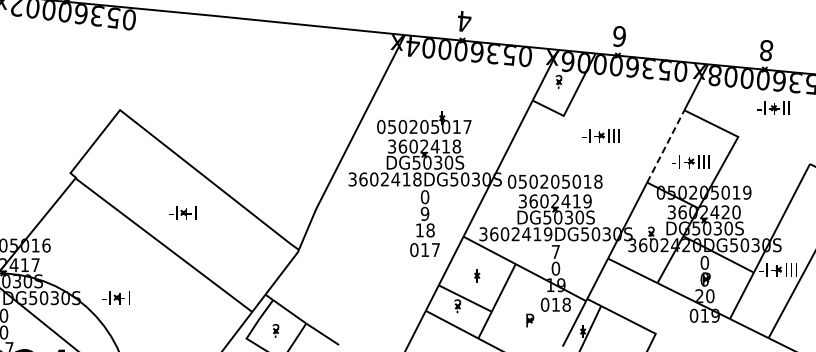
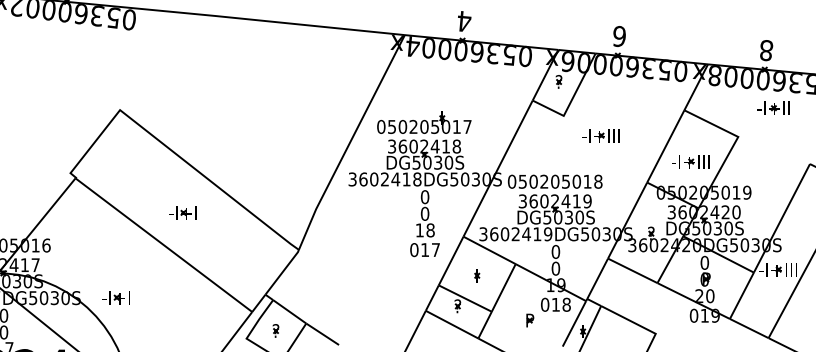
line at (665, 146): dashed -> solid
text at (424, 213): 9 -> 0
text at (555, 251): 7 -> 0
